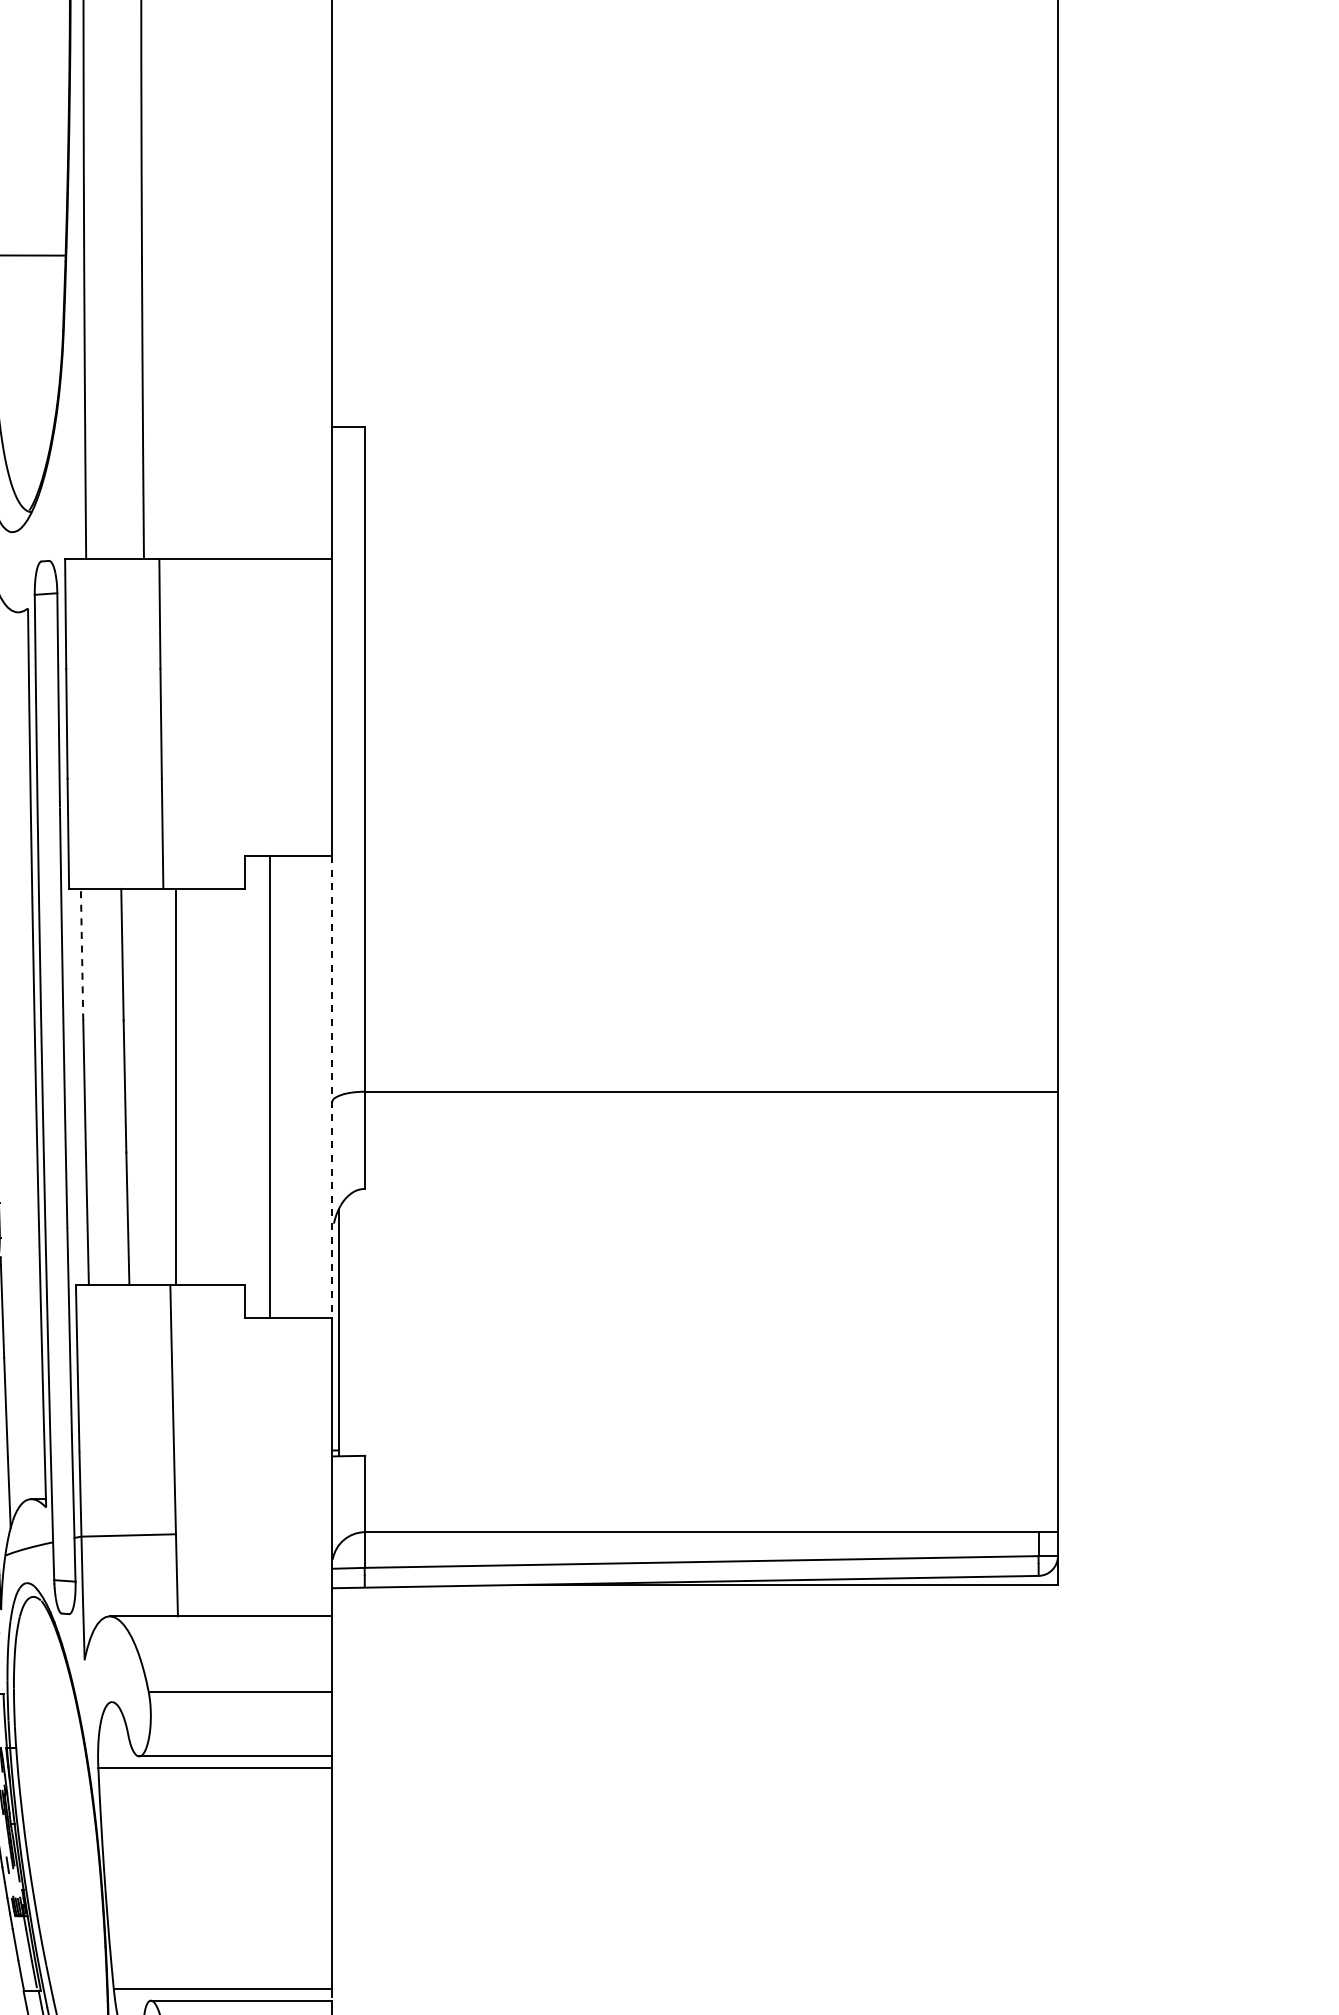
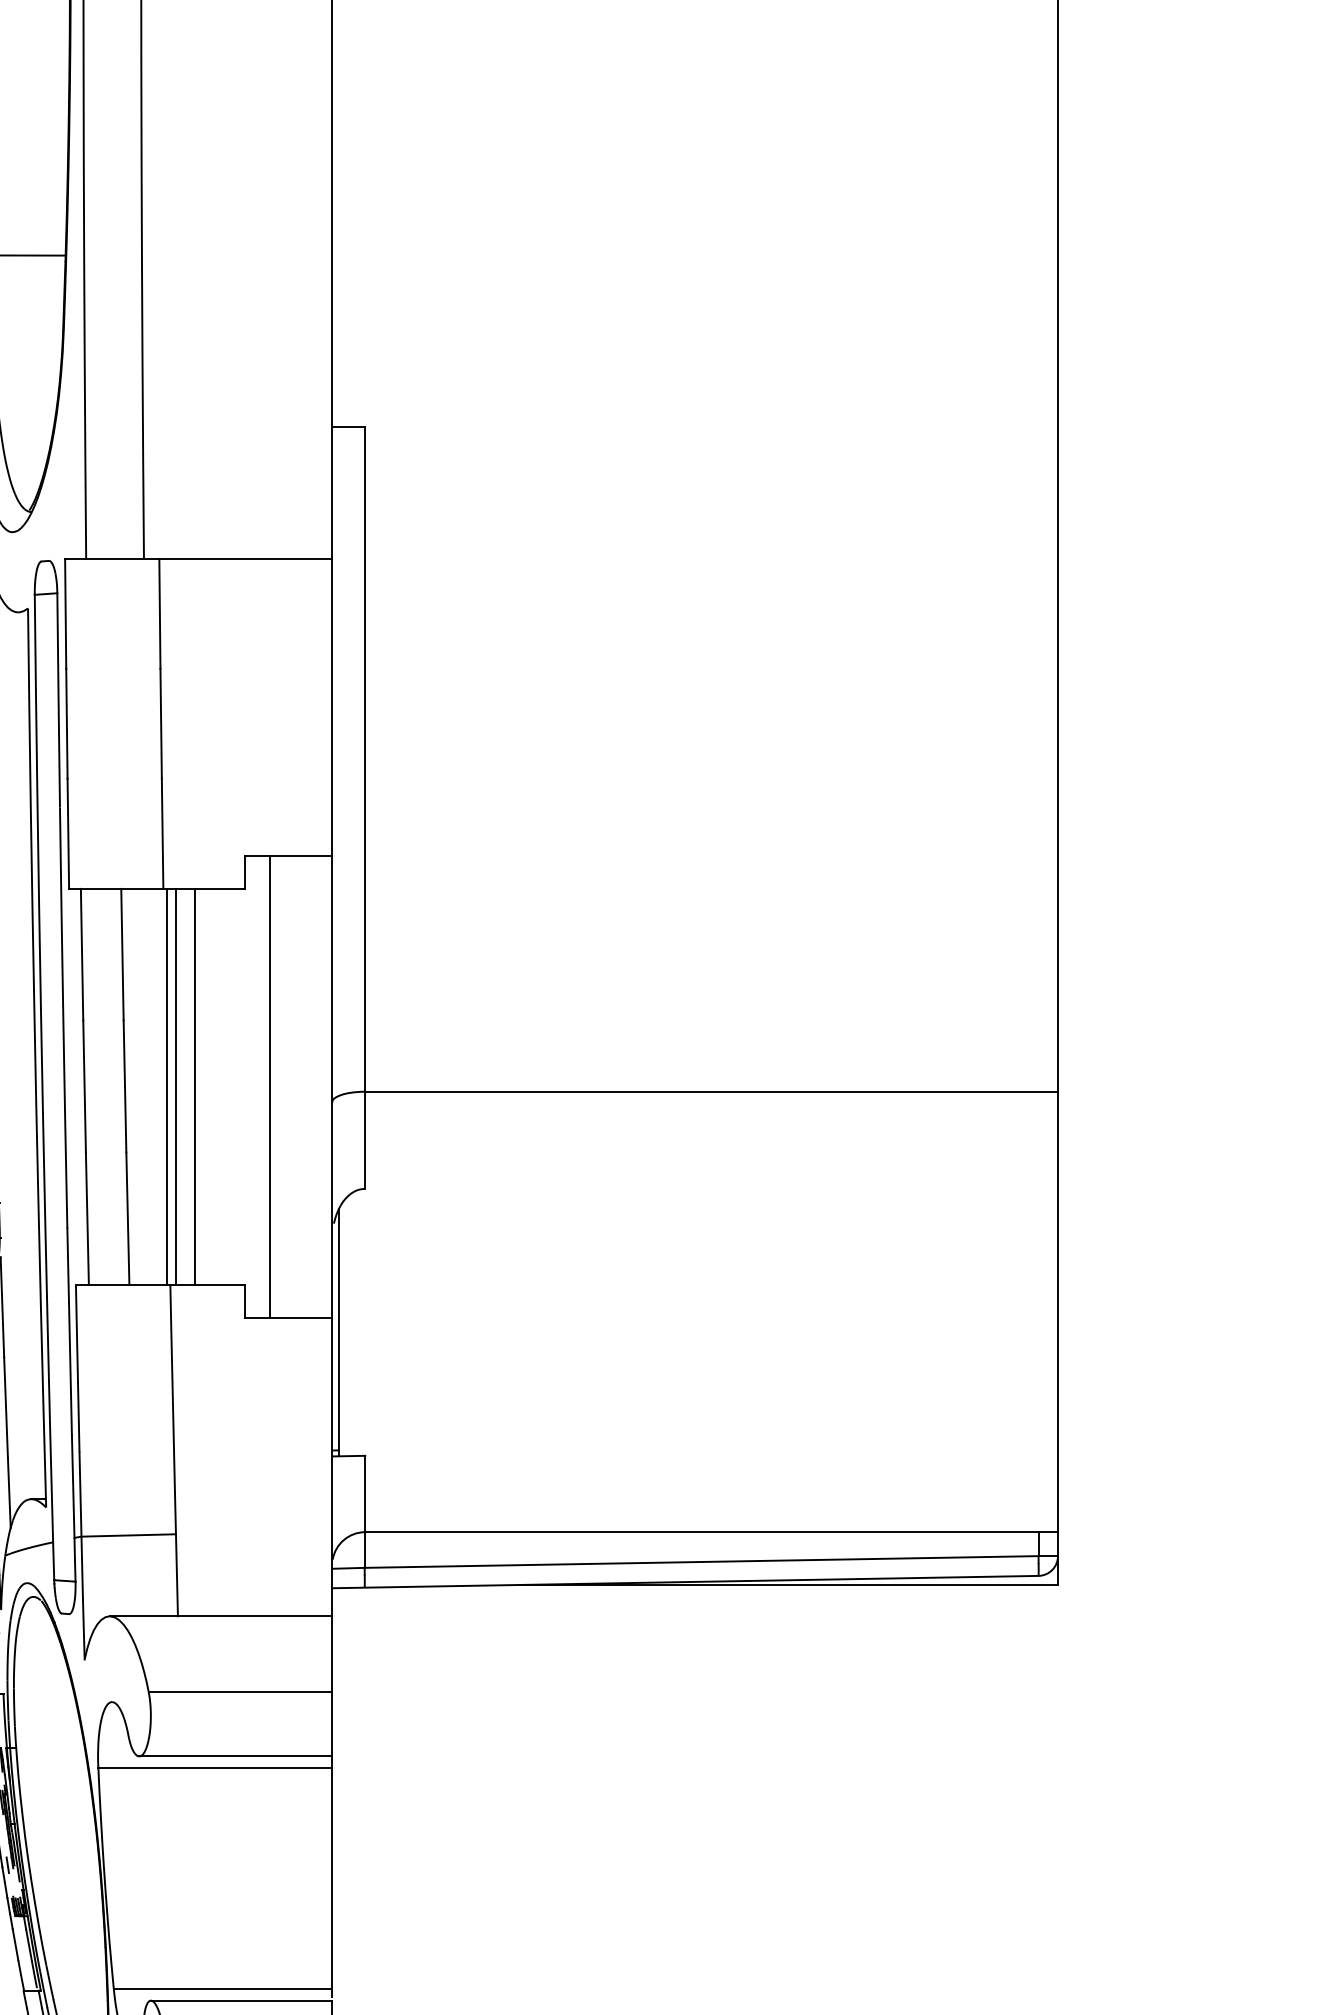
line at (82, 954): dashed -> solid
line at (167, 1086): none -> present
line at (194, 1086): none -> present
line at (332, 1086): dashed -> solid
